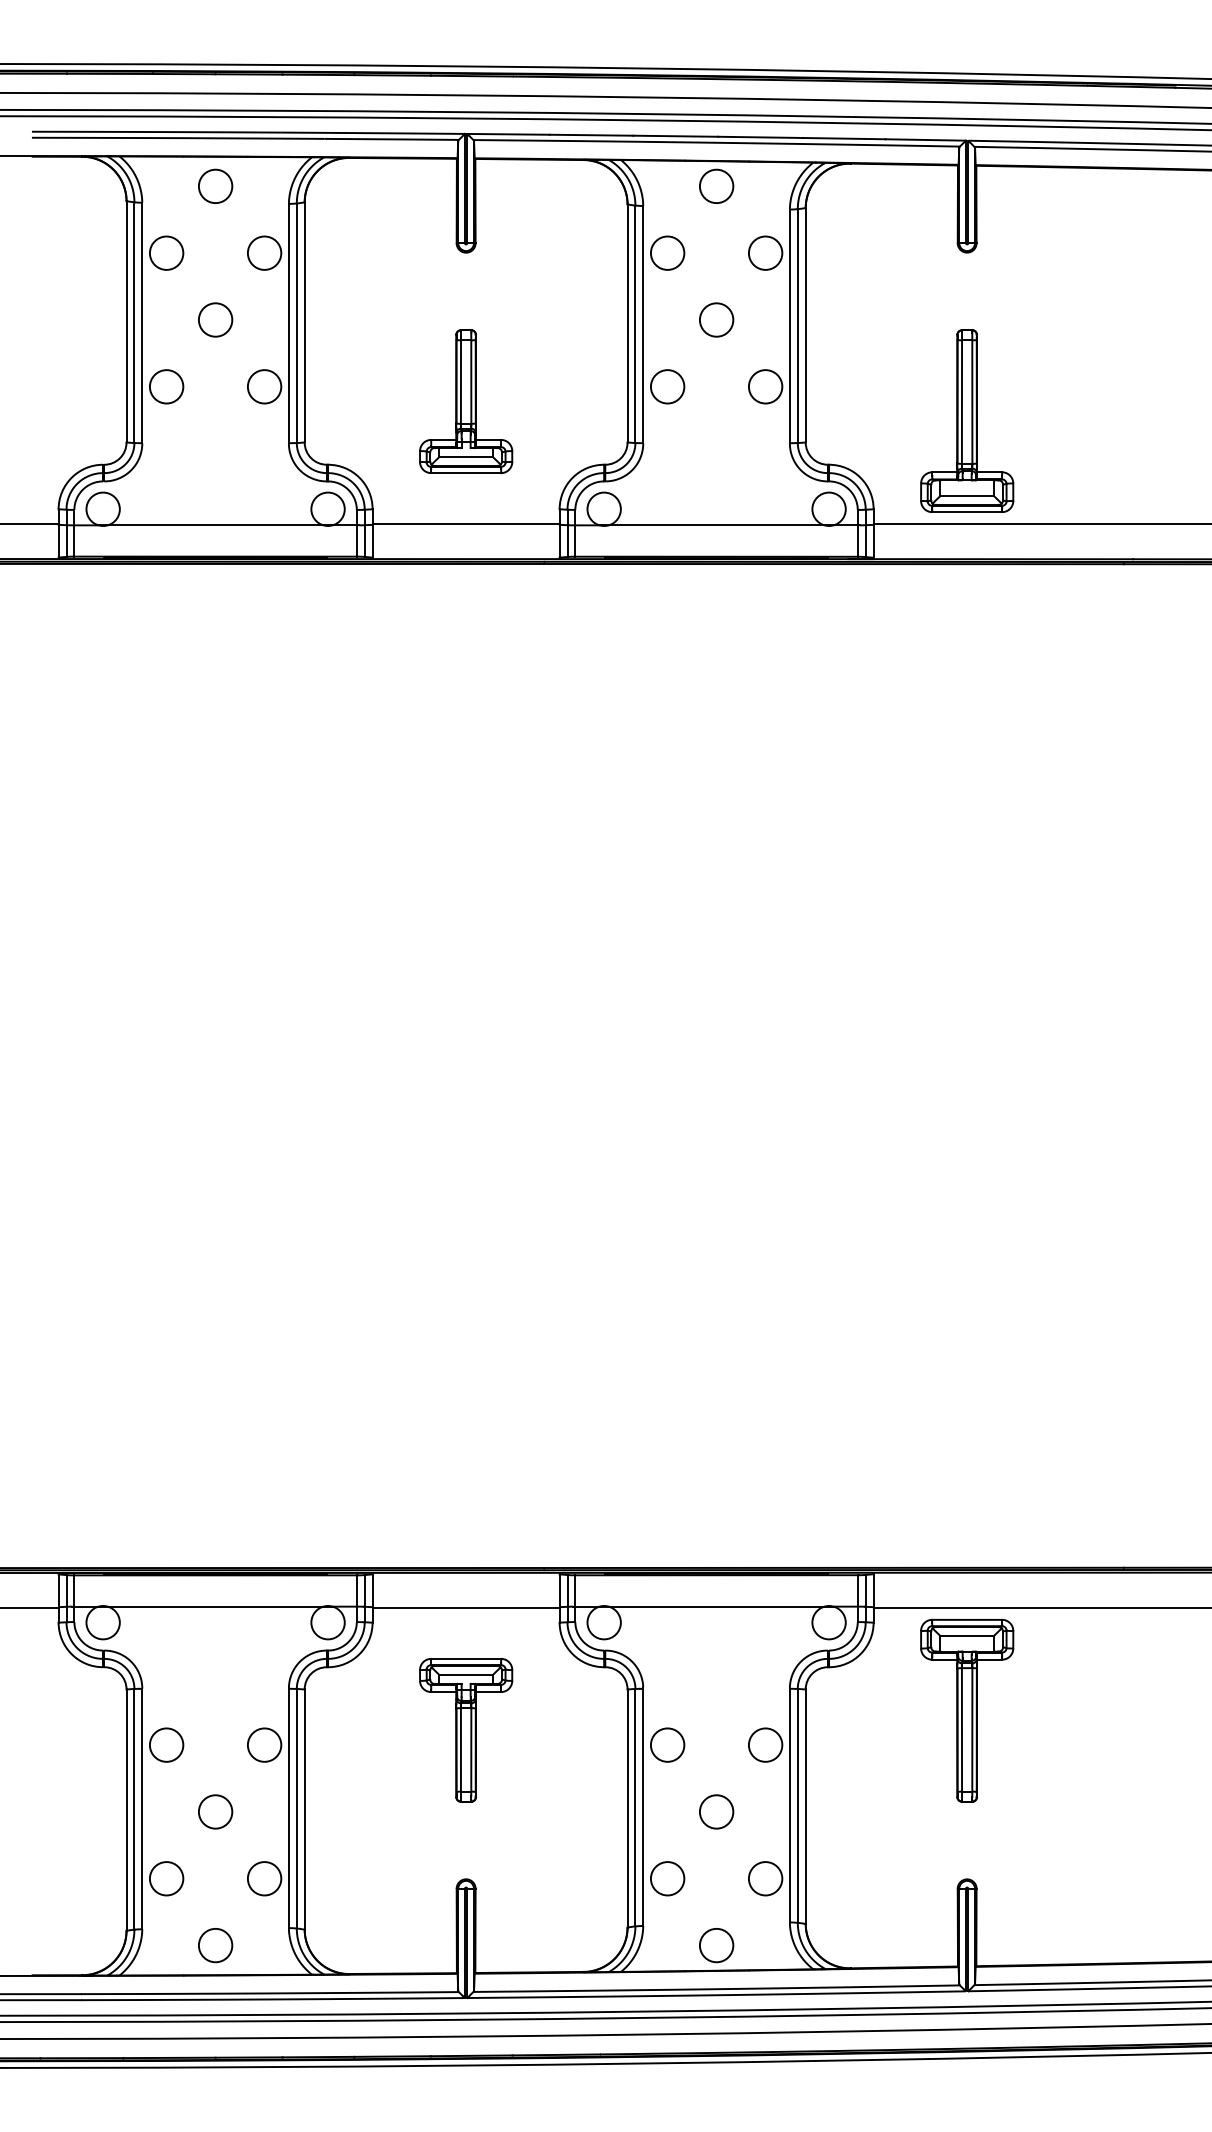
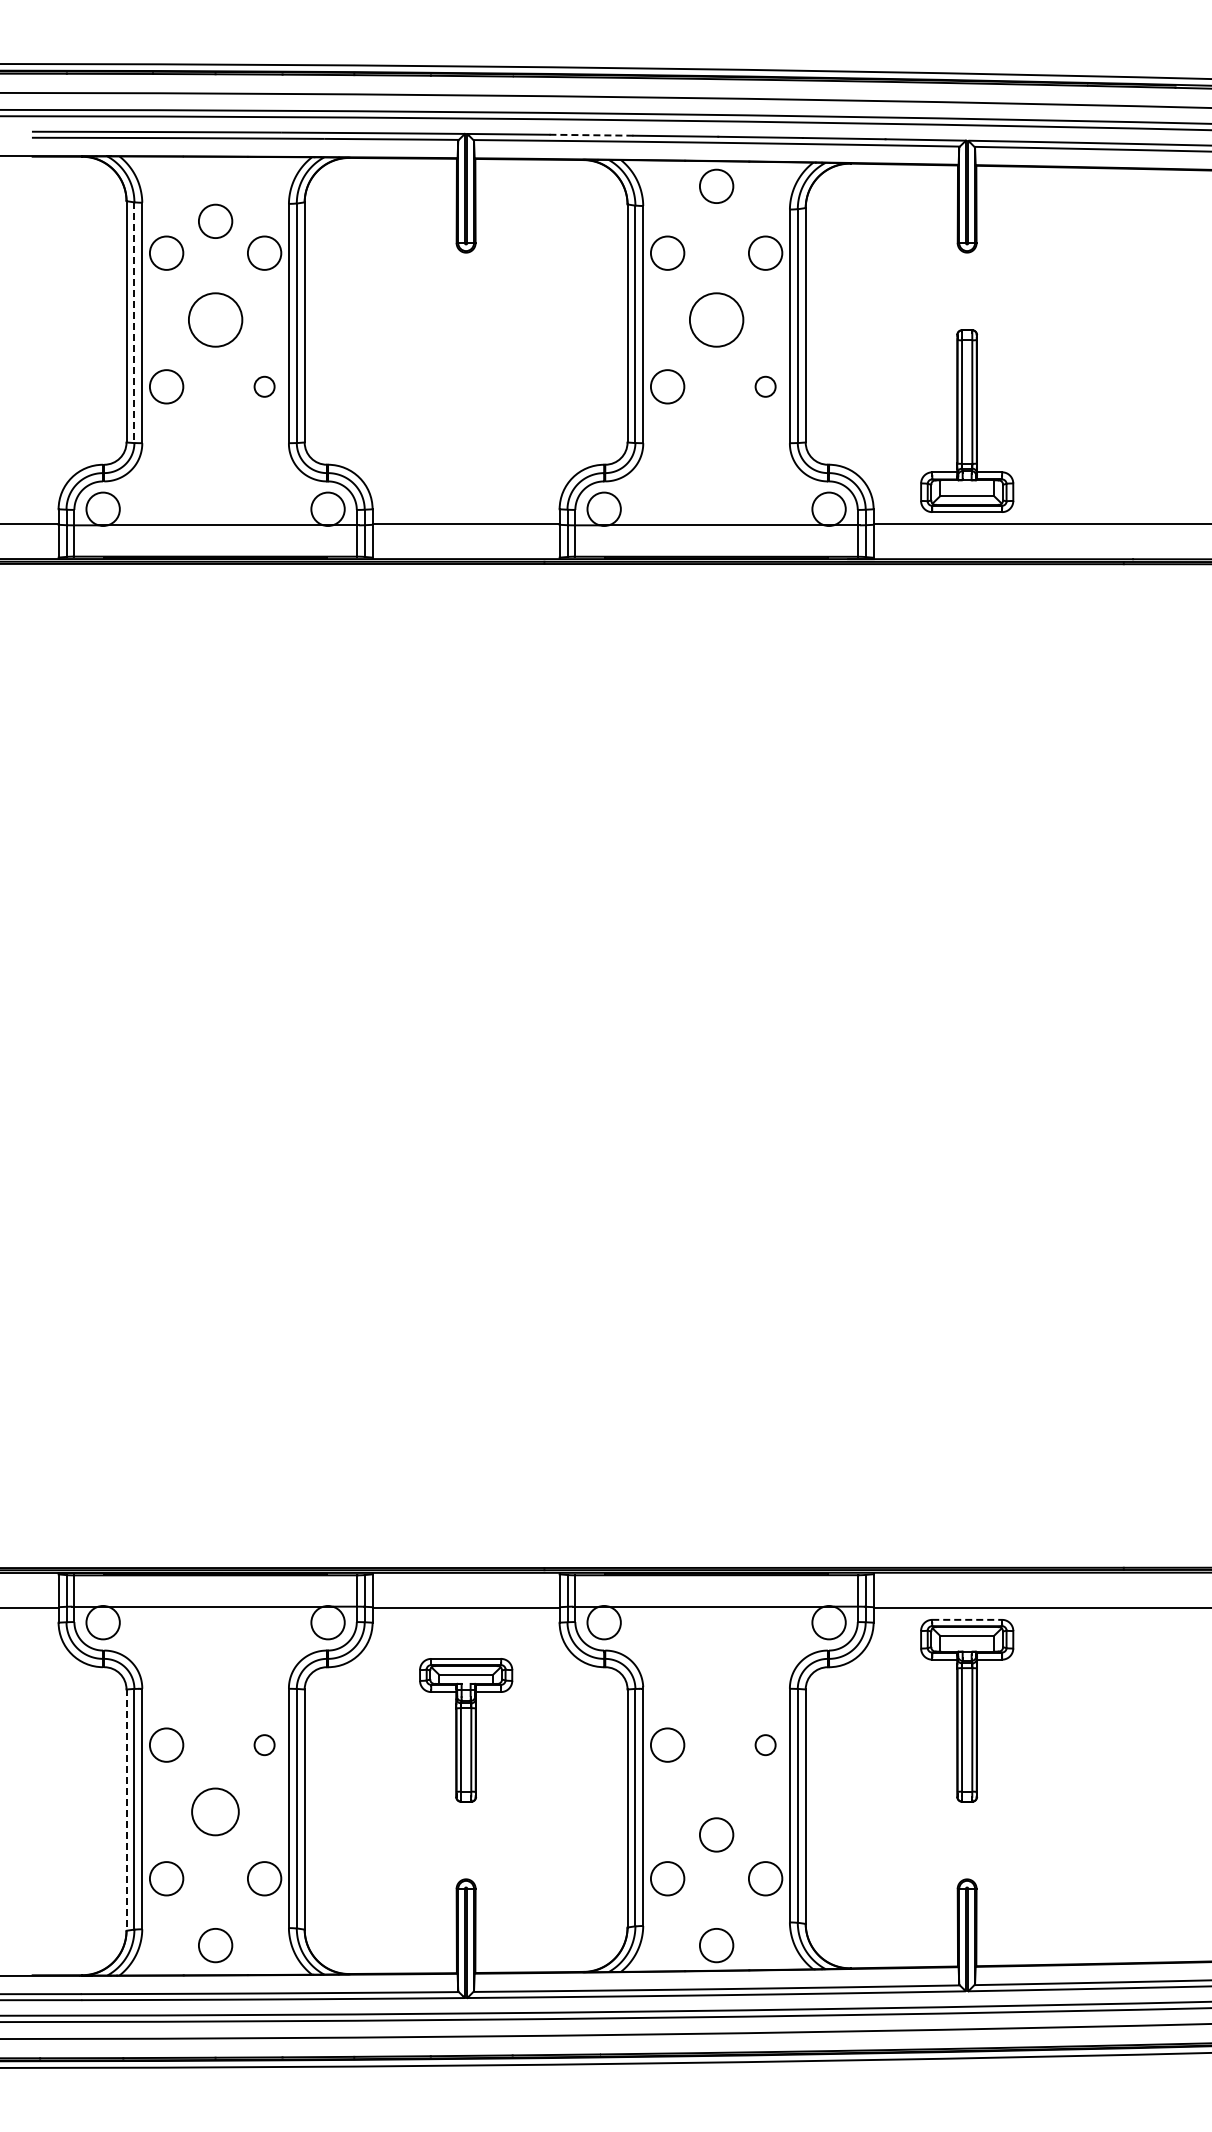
line at (591, 135): solid -> dashed
circle at (215, 185) position: (215, 185) -> (215, 220)
circle at (215, 319) diameter: 33 px -> 53 px
circle at (716, 319) diameter: 33 px -> 53 px
line at (134, 323): solid -> dashed
circle at (264, 386) diameter: 33 px -> 20 px
circle at (765, 386) diameter: 33 px -> 20 px
part at (466, 401): present -> none
line at (967, 1619): solid -> dashed
circle at (264, 1744) diameter: 33 px -> 20 px
circle at (765, 1744) diameter: 33 px -> 20 px
line at (126, 1810): solid -> dashed
circle at (215, 1811) size: 36x36 px -> 49x50 px
circle at (716, 1811) position: (716, 1811) -> (716, 1834)
